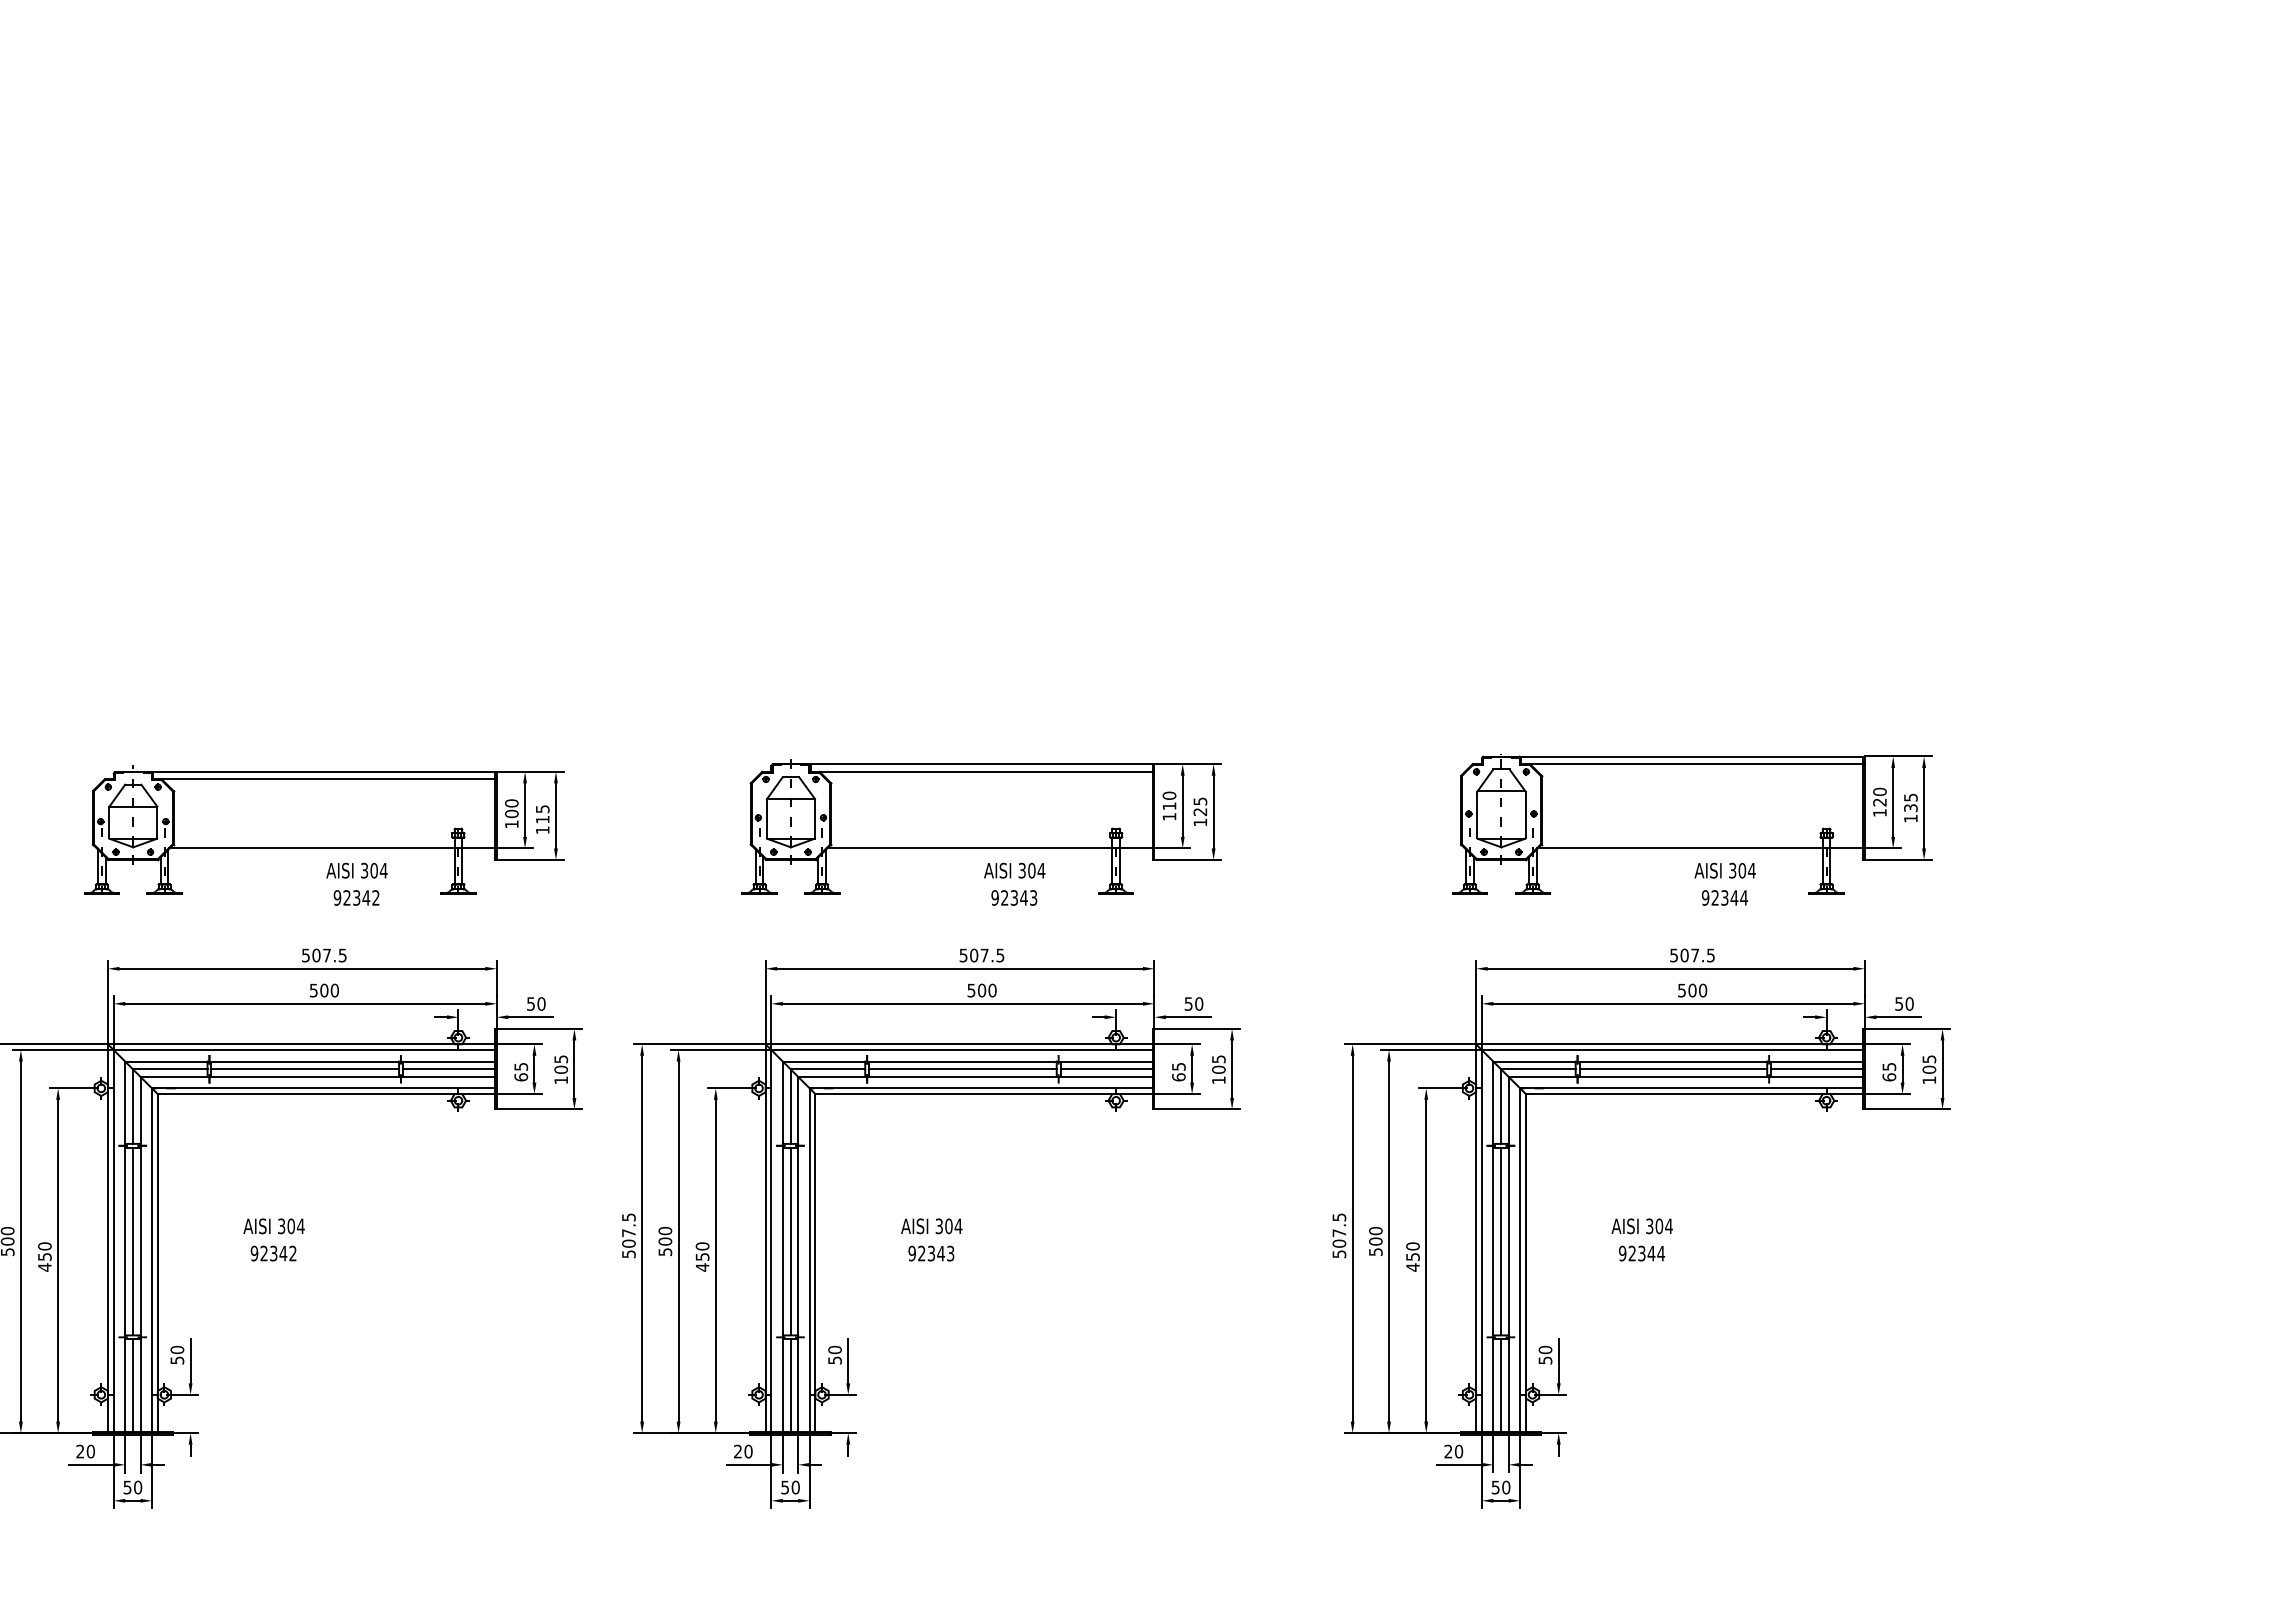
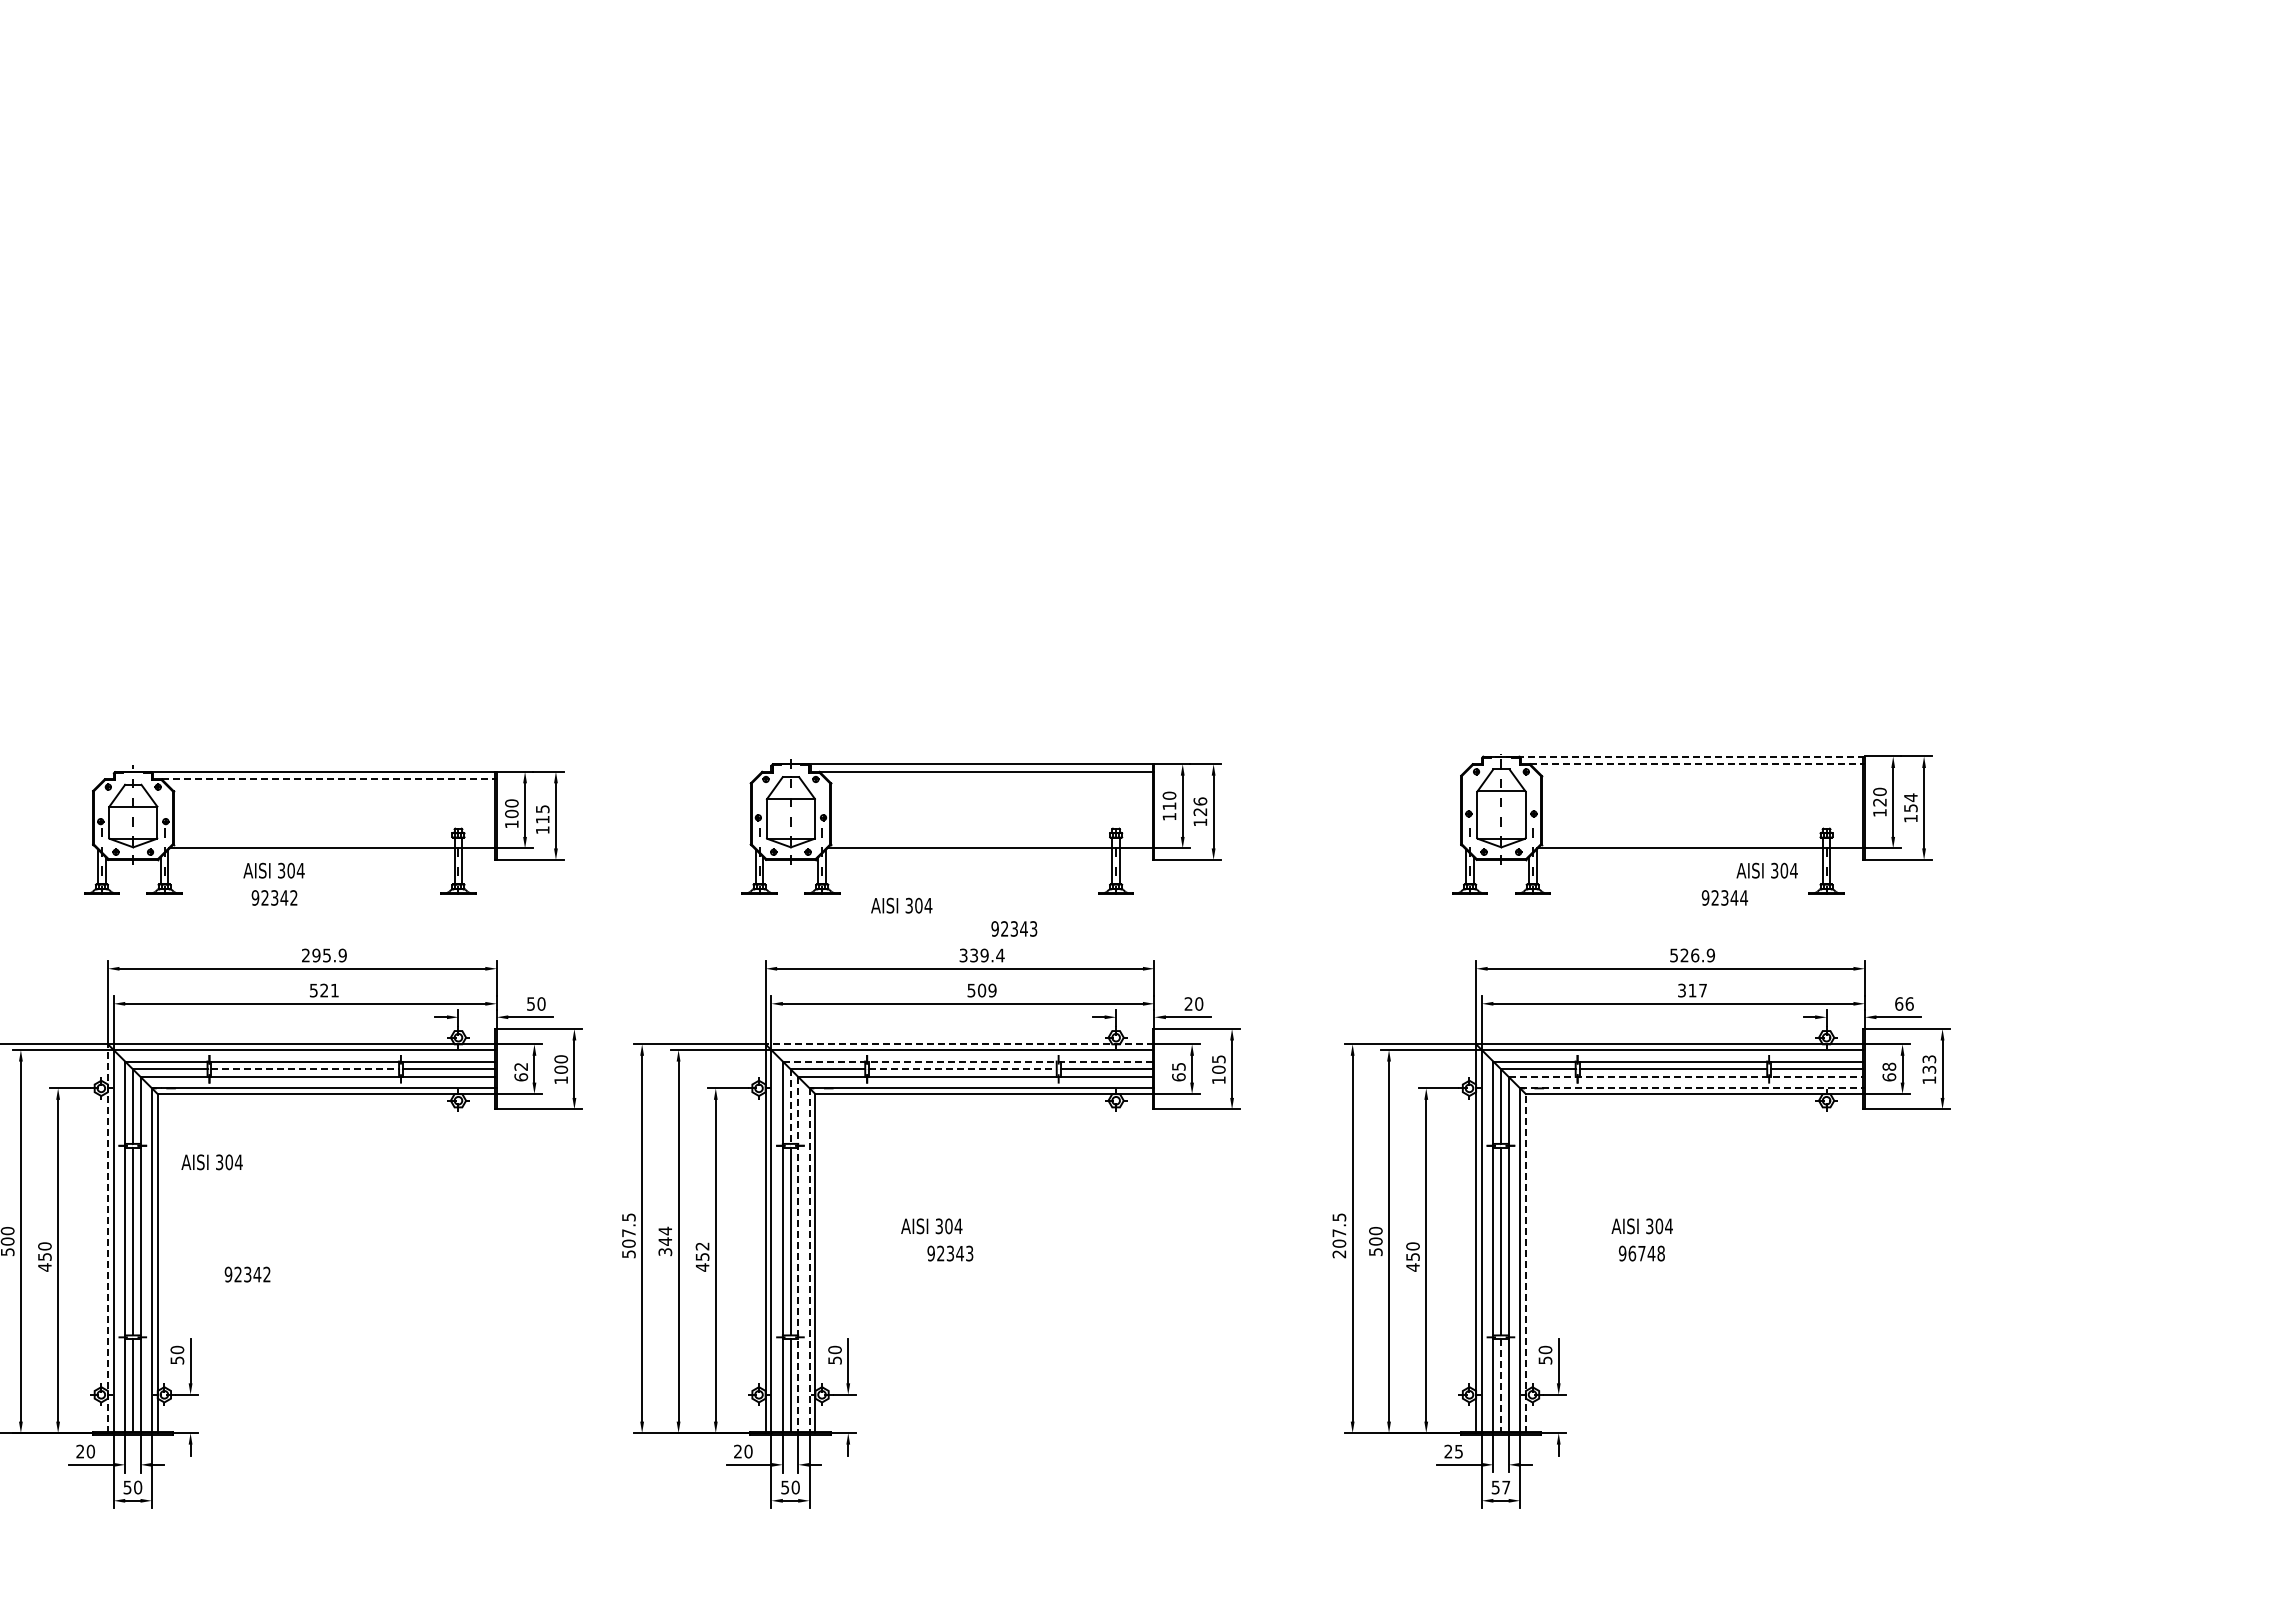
line at (1673, 756): solid -> dashed
line at (1698, 764): solid -> dashed
line at (329, 779): solid -> dashed
text at (1200, 801): 125 -> 126
text at (1910, 802): 135 -> 154
text at (356, 870) position: (356, 870) -> (273, 870)
text at (1014, 870) position: (1014, 870) -> (901, 905)
text at (1724, 870) position: (1724, 870) -> (1766, 870)
text at (356, 897) position: (356, 897) -> (274, 897)
text at (1014, 897) position: (1014, 897) -> (1014, 928)
text at (324, 955): 507.5 -> 295.9
text at (982, 955): 507.5 -> 339.4
text at (1697, 955): 507.5 -> 526.9
text at (329, 990): 500 -> 521
text at (992, 990): 500 -> 509
text at (1692, 990): 500 -> 317
text at (1188, 1003): 50 -> 20
text at (1904, 1003): 50 -> 66
line at (959, 1044): solid -> dashed
text at (561, 1059): 105 -> 100
line at (968, 1061): solid -> dashed
text at (1929, 1064): 105 -> 133
text at (521, 1066): 65 -> 62
text at (1889, 1066): 65 -> 68
line at (305, 1069): solid -> dashed
line at (962, 1069): solid -> dashed
line at (1686, 1076): solid -> dashed
line at (1693, 1088): solid -> dashed
line at (790, 1107): solid -> dashed
text at (273, 1226) position: (273, 1226) -> (211, 1162)
line at (107, 1238): solid -> dashed
text at (665, 1240): 500 -> 344
text at (702, 1246): 450 -> 452
text at (273, 1253) position: (273, 1253) -> (247, 1274)
text at (931, 1253) position: (931, 1253) -> (950, 1253)
text at (1646, 1253): 92344 -> 96748
line at (798, 1254): solid -> dashed
text at (1339, 1254): 507.5 -> 207.5
line at (809, 1261): solid -> dashed
line at (1525, 1263): solid -> dashed
line at (1501, 1385): solid -> dashed
text at (1458, 1451): 20 -> 25
text at (1506, 1487): 50 -> 57
